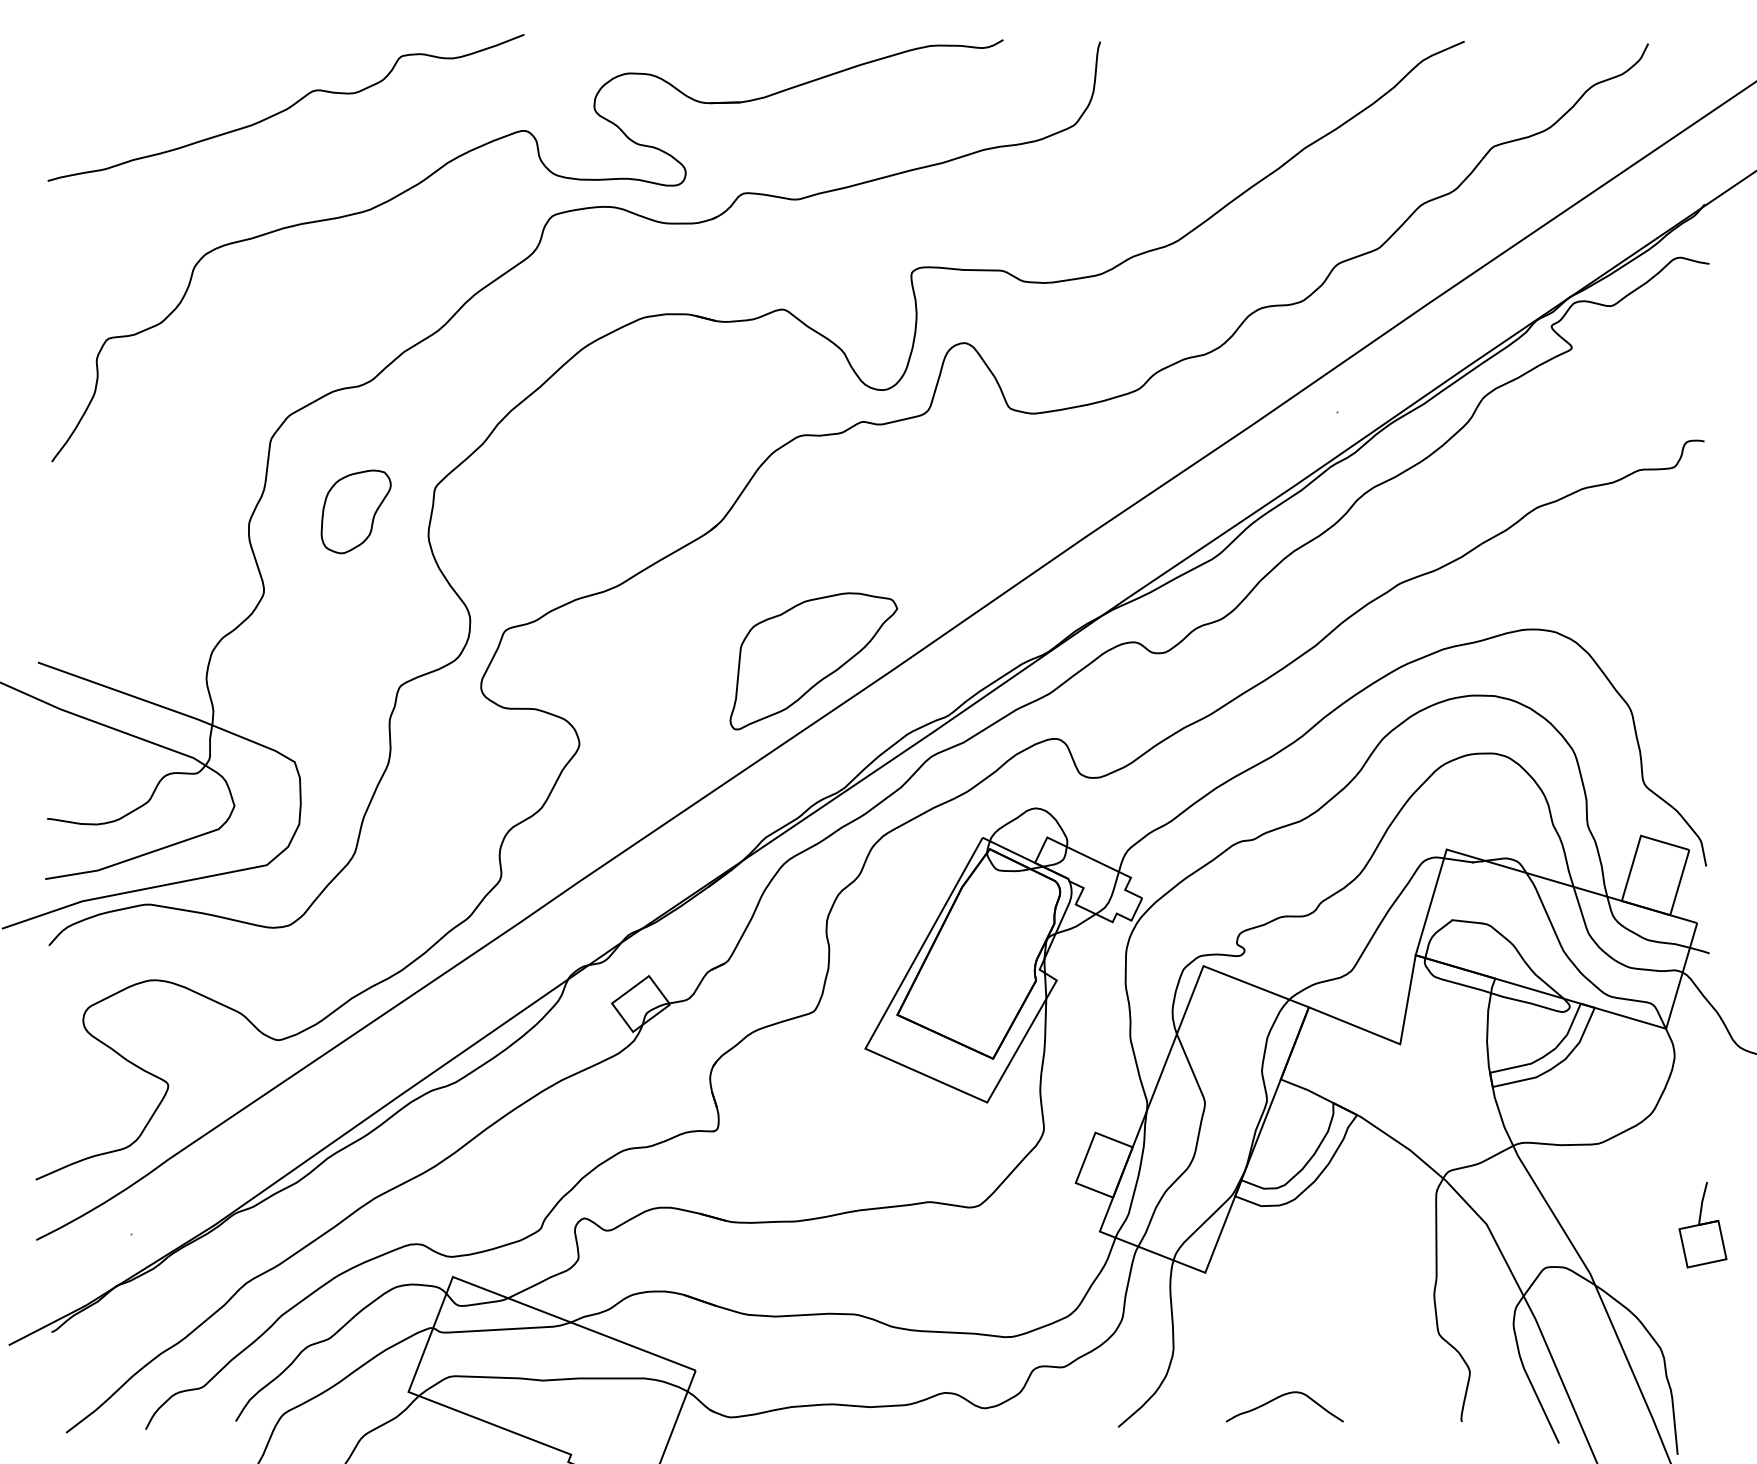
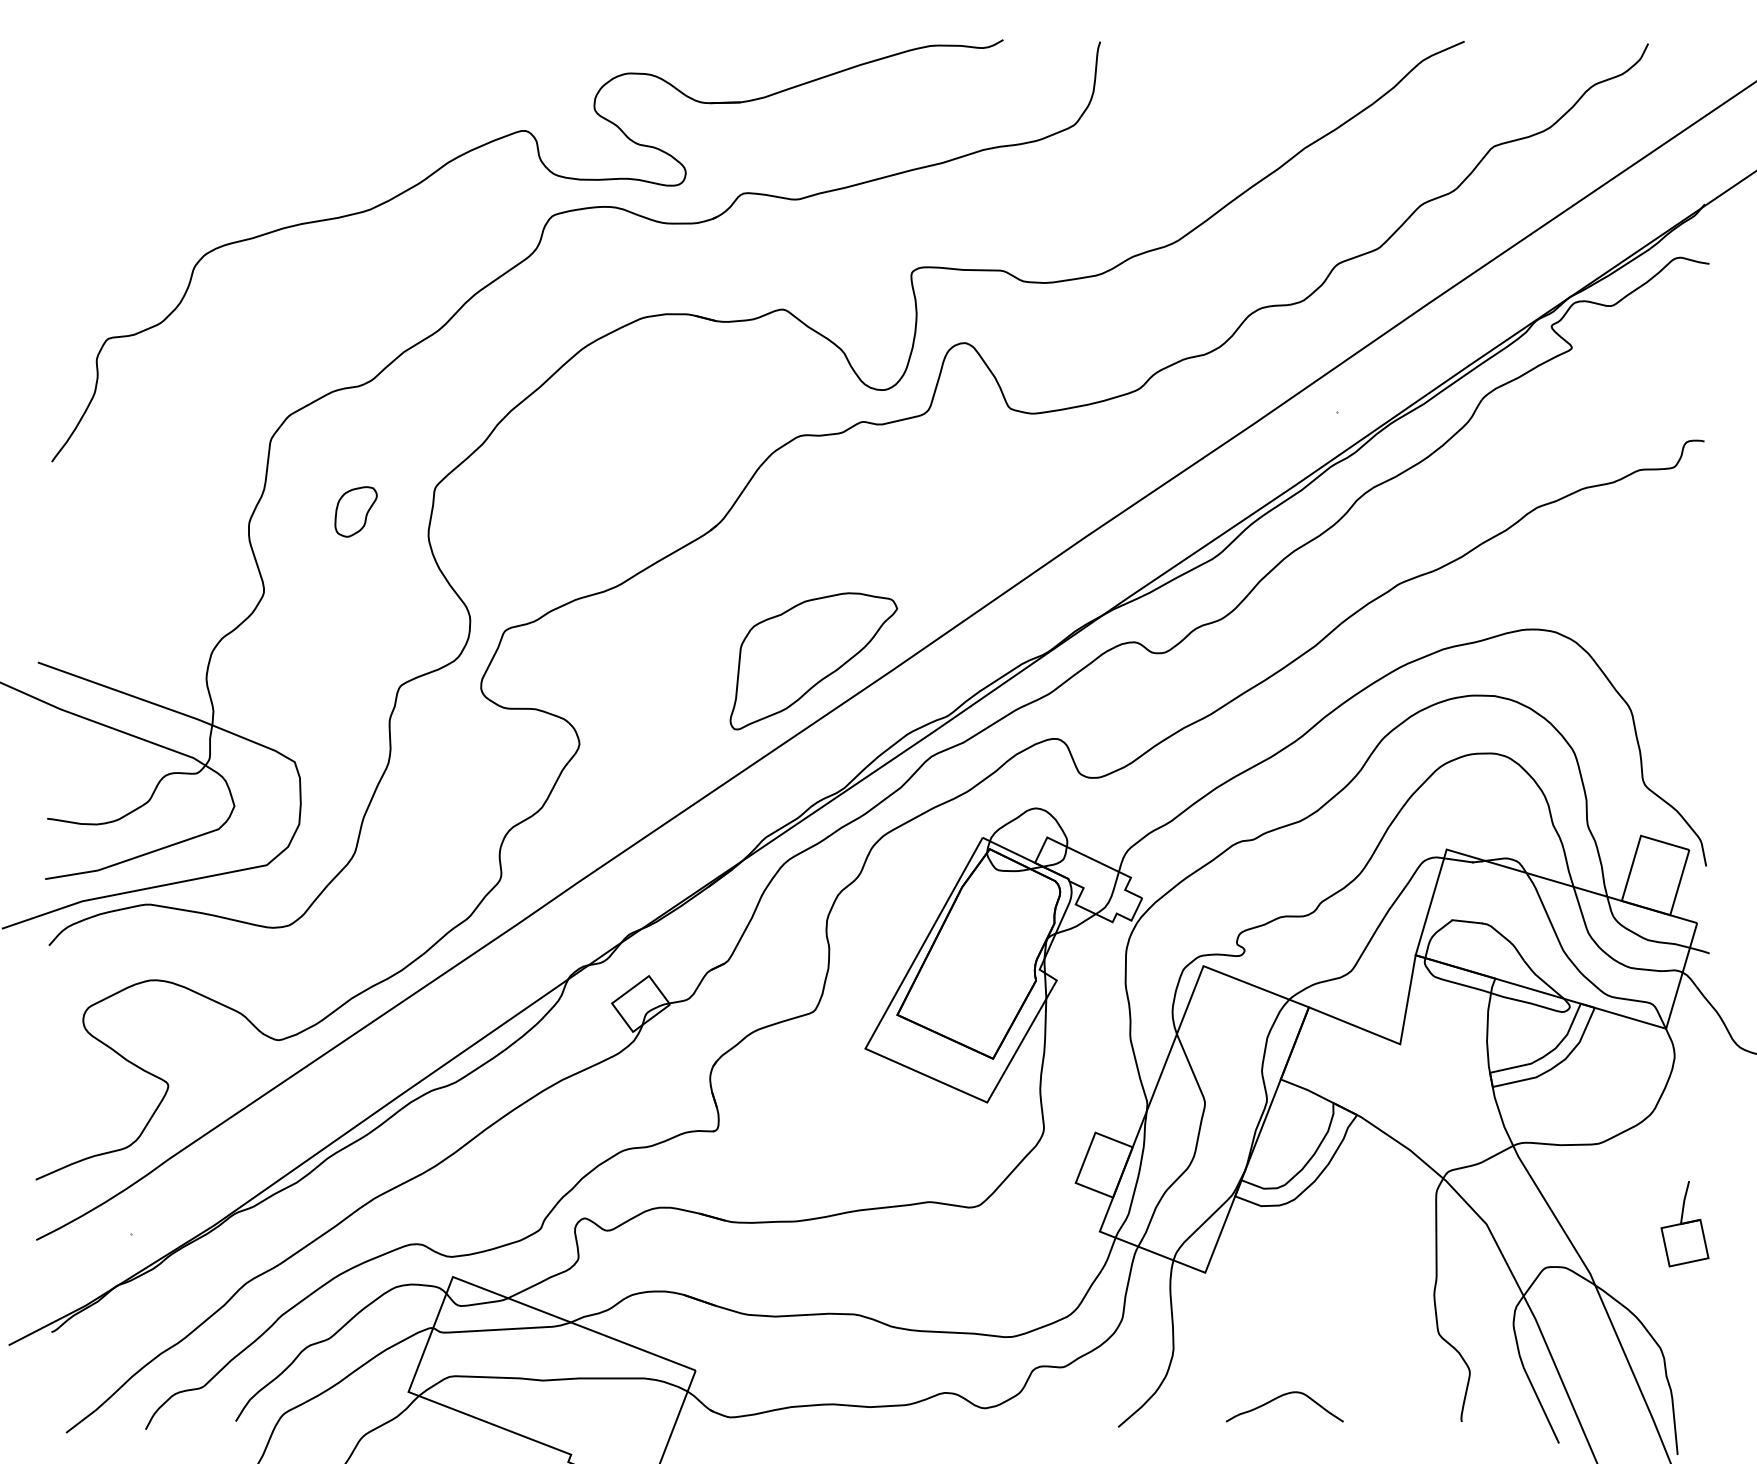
curve at (286, 108): present -> none
part at (355, 511) size: 72x86 px -> 44x52 px
part at (1702, 1225) position: (1702, 1225) -> (1684, 1224)
